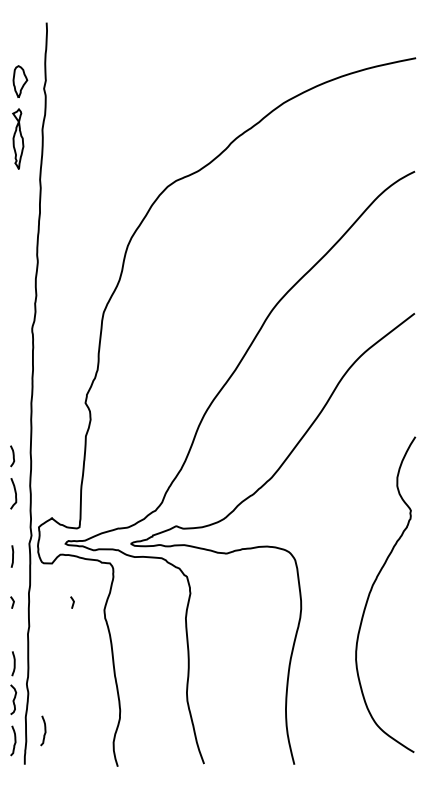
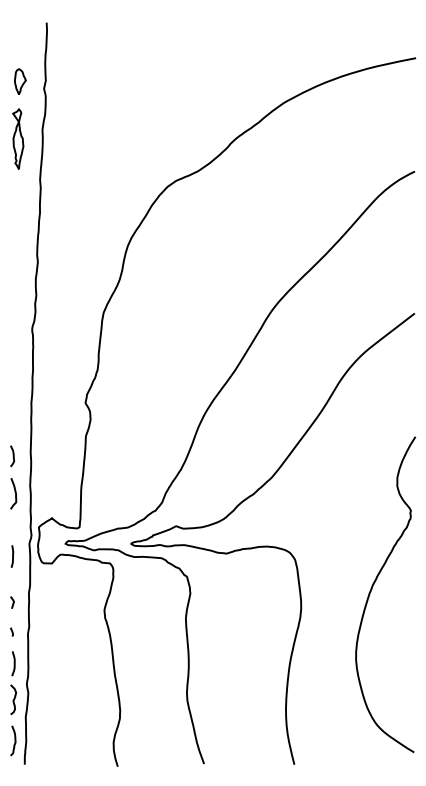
part at (20, 81) size: 17x33 px -> 13x27 px
line at (72, 602): present -> none
line at (11, 631): none -> present
curve at (44, 730): present -> none
